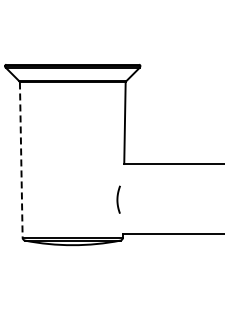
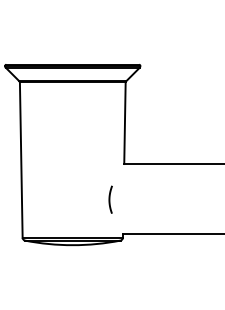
line at (21, 160): dashed -> solid
curve at (118, 199) position: (118, 199) -> (110, 199)
